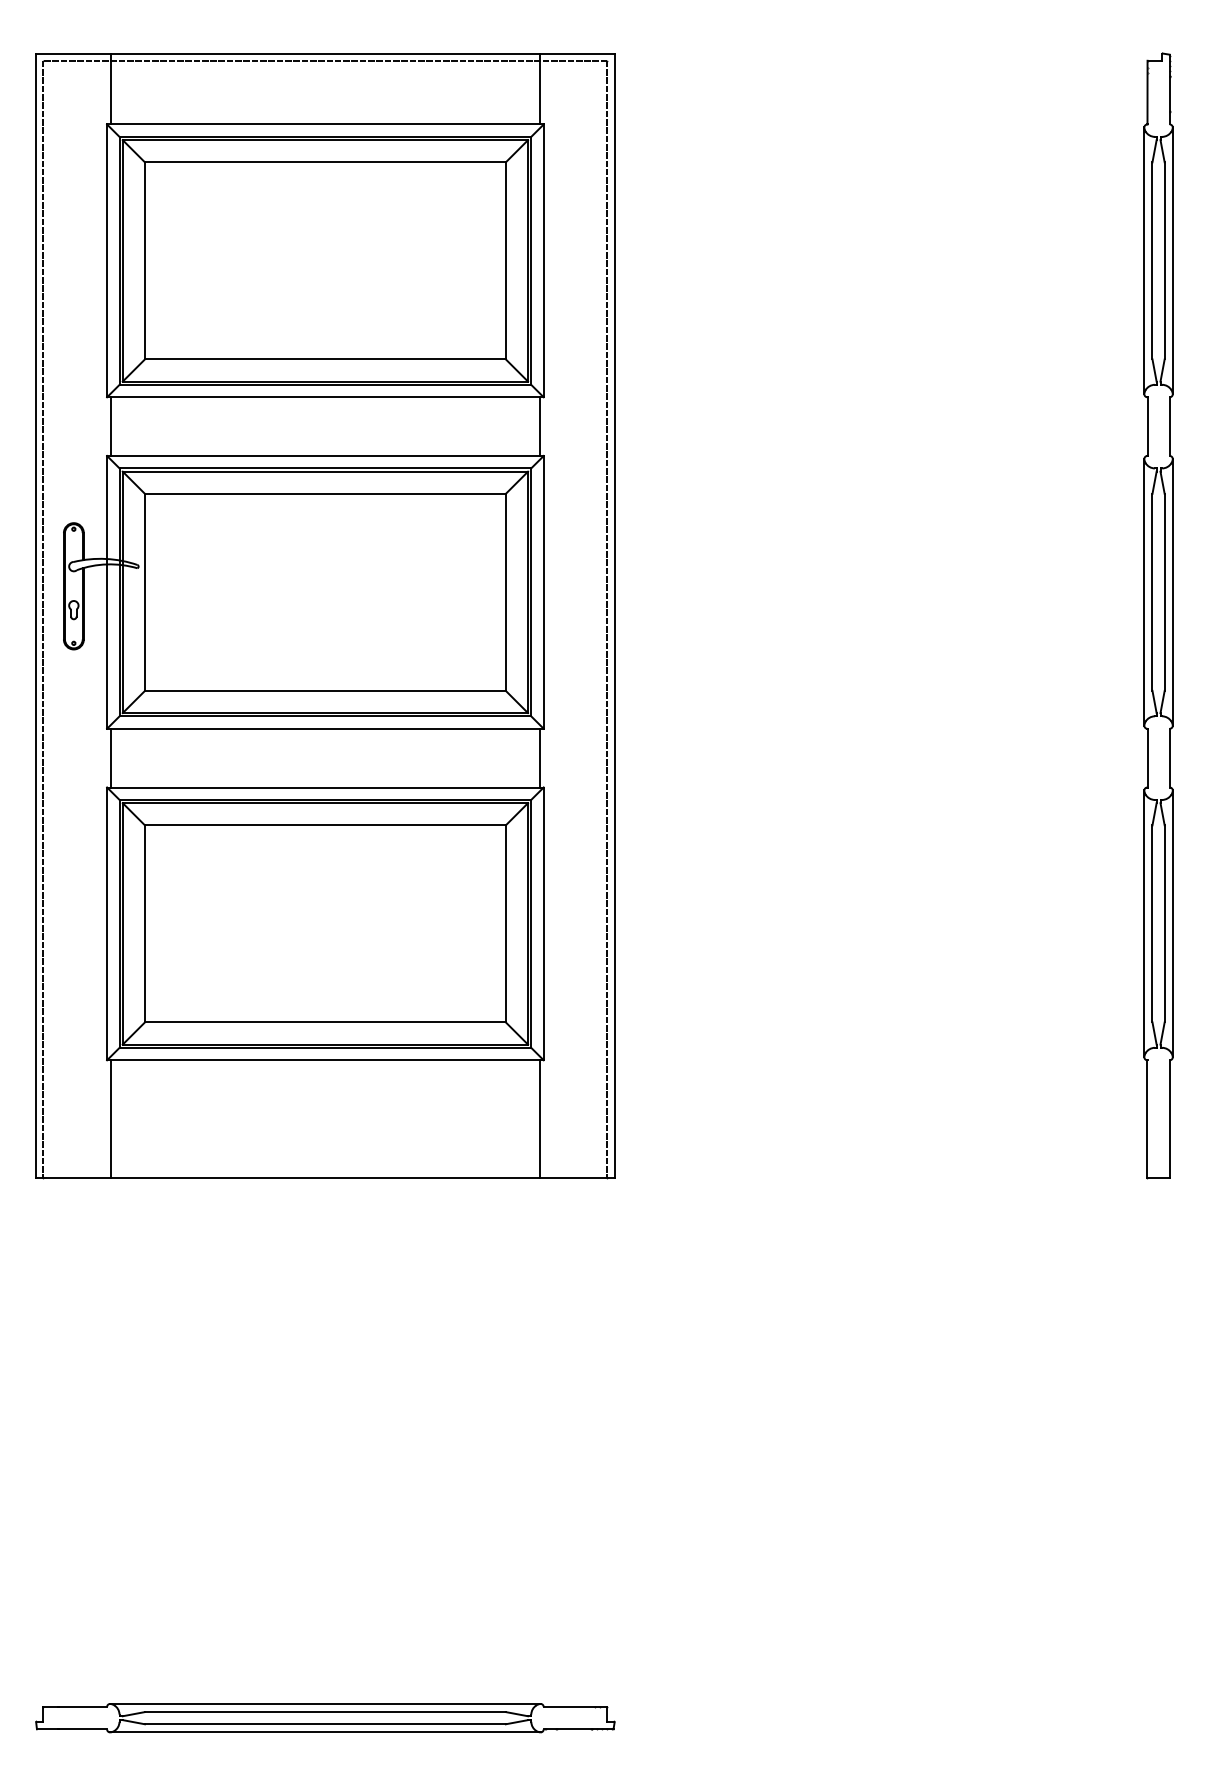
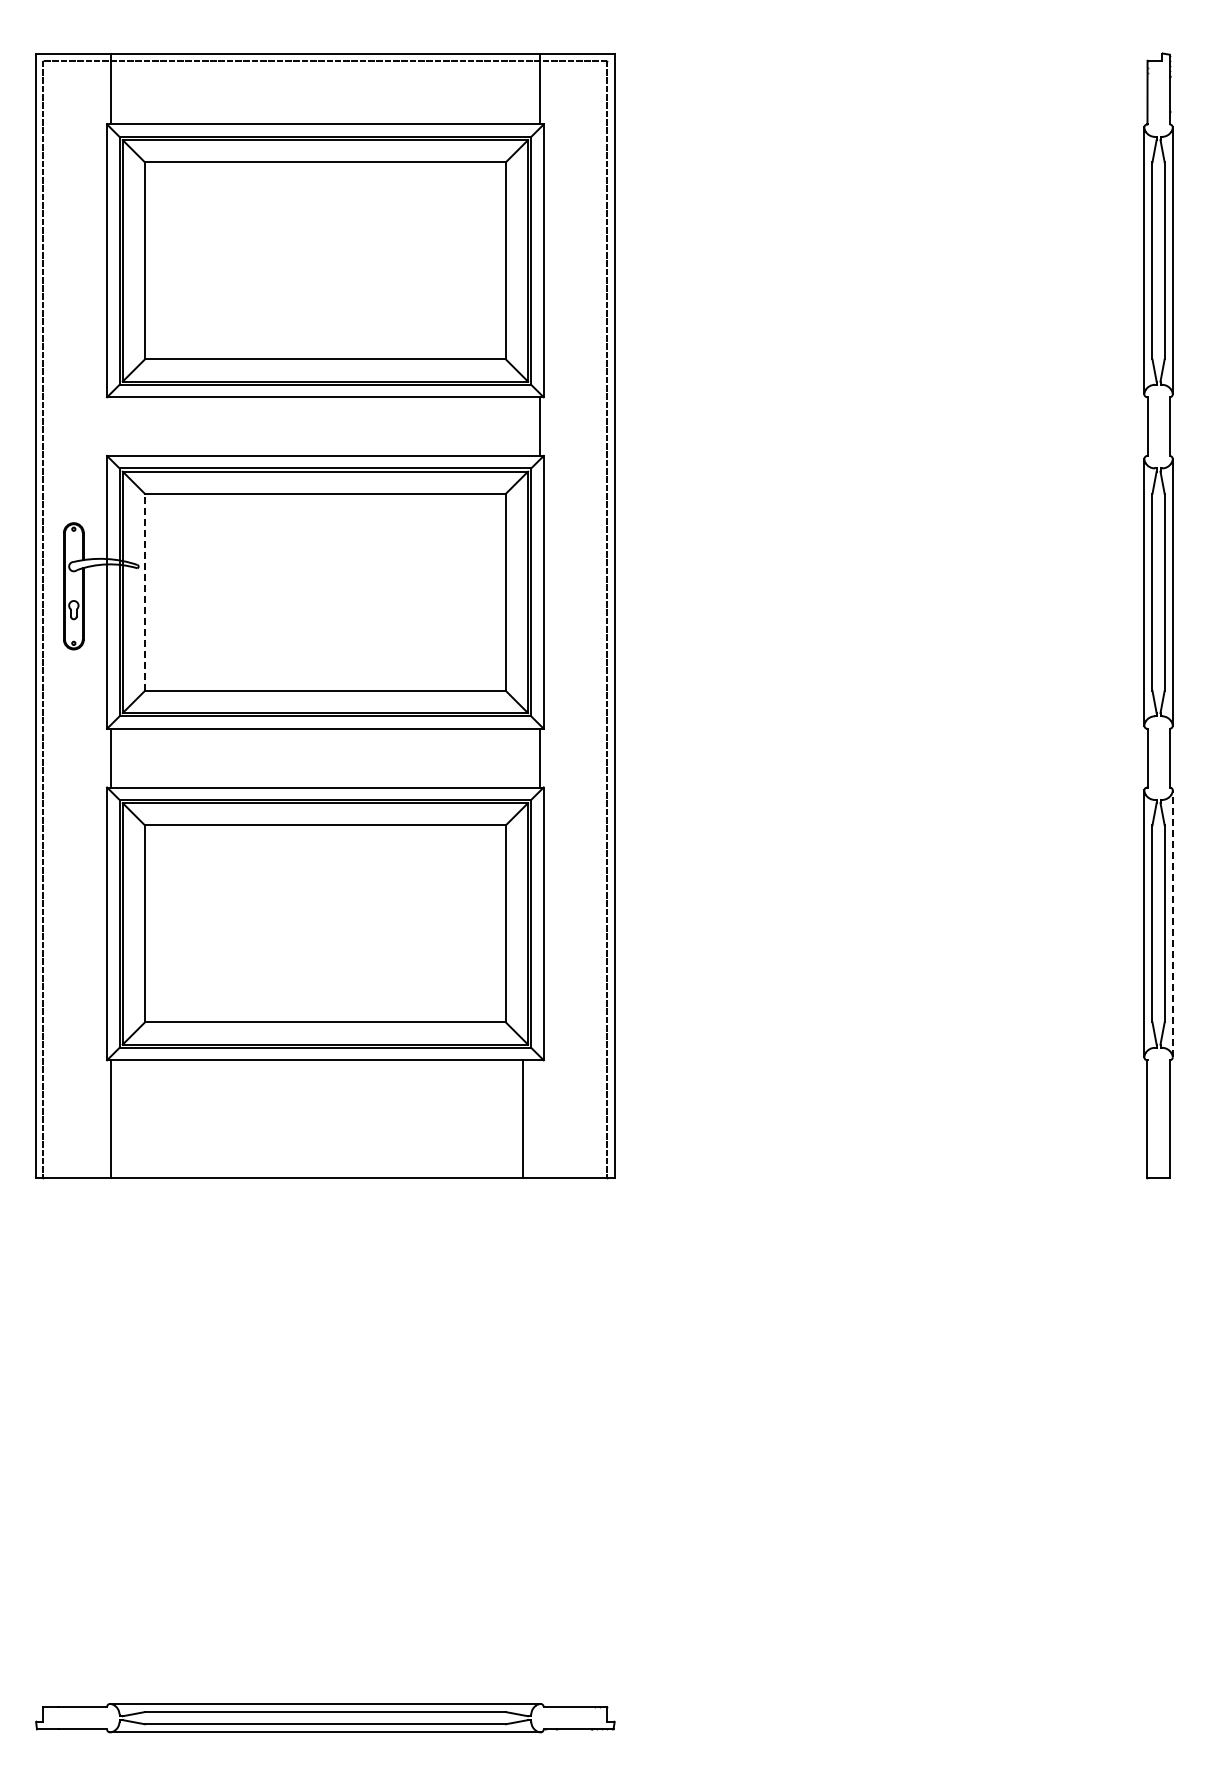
line at (110, 426): present -> none
line at (144, 592): solid -> dashed
line at (1172, 923): solid -> dashed
line at (539, 1119) position: (539, 1119) -> (522, 1119)
